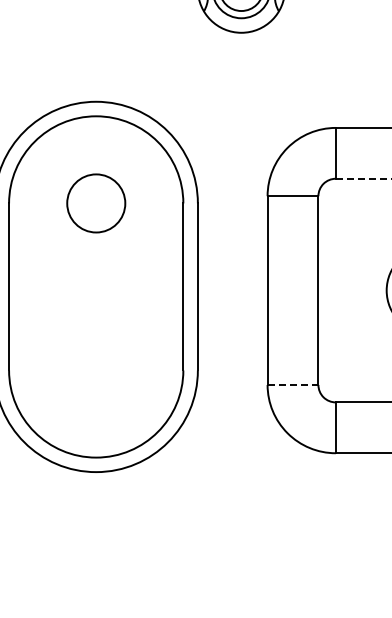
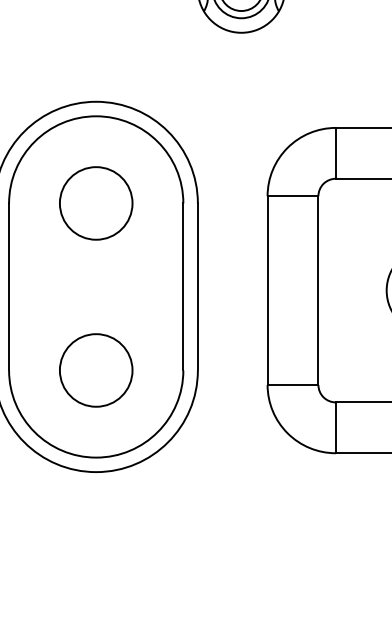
line at (363, 178): dashed -> solid
circle at (96, 203) size: 61x61 px -> 75x75 px
circle at (96, 370): none -> present
line at (293, 384): dashed -> solid
